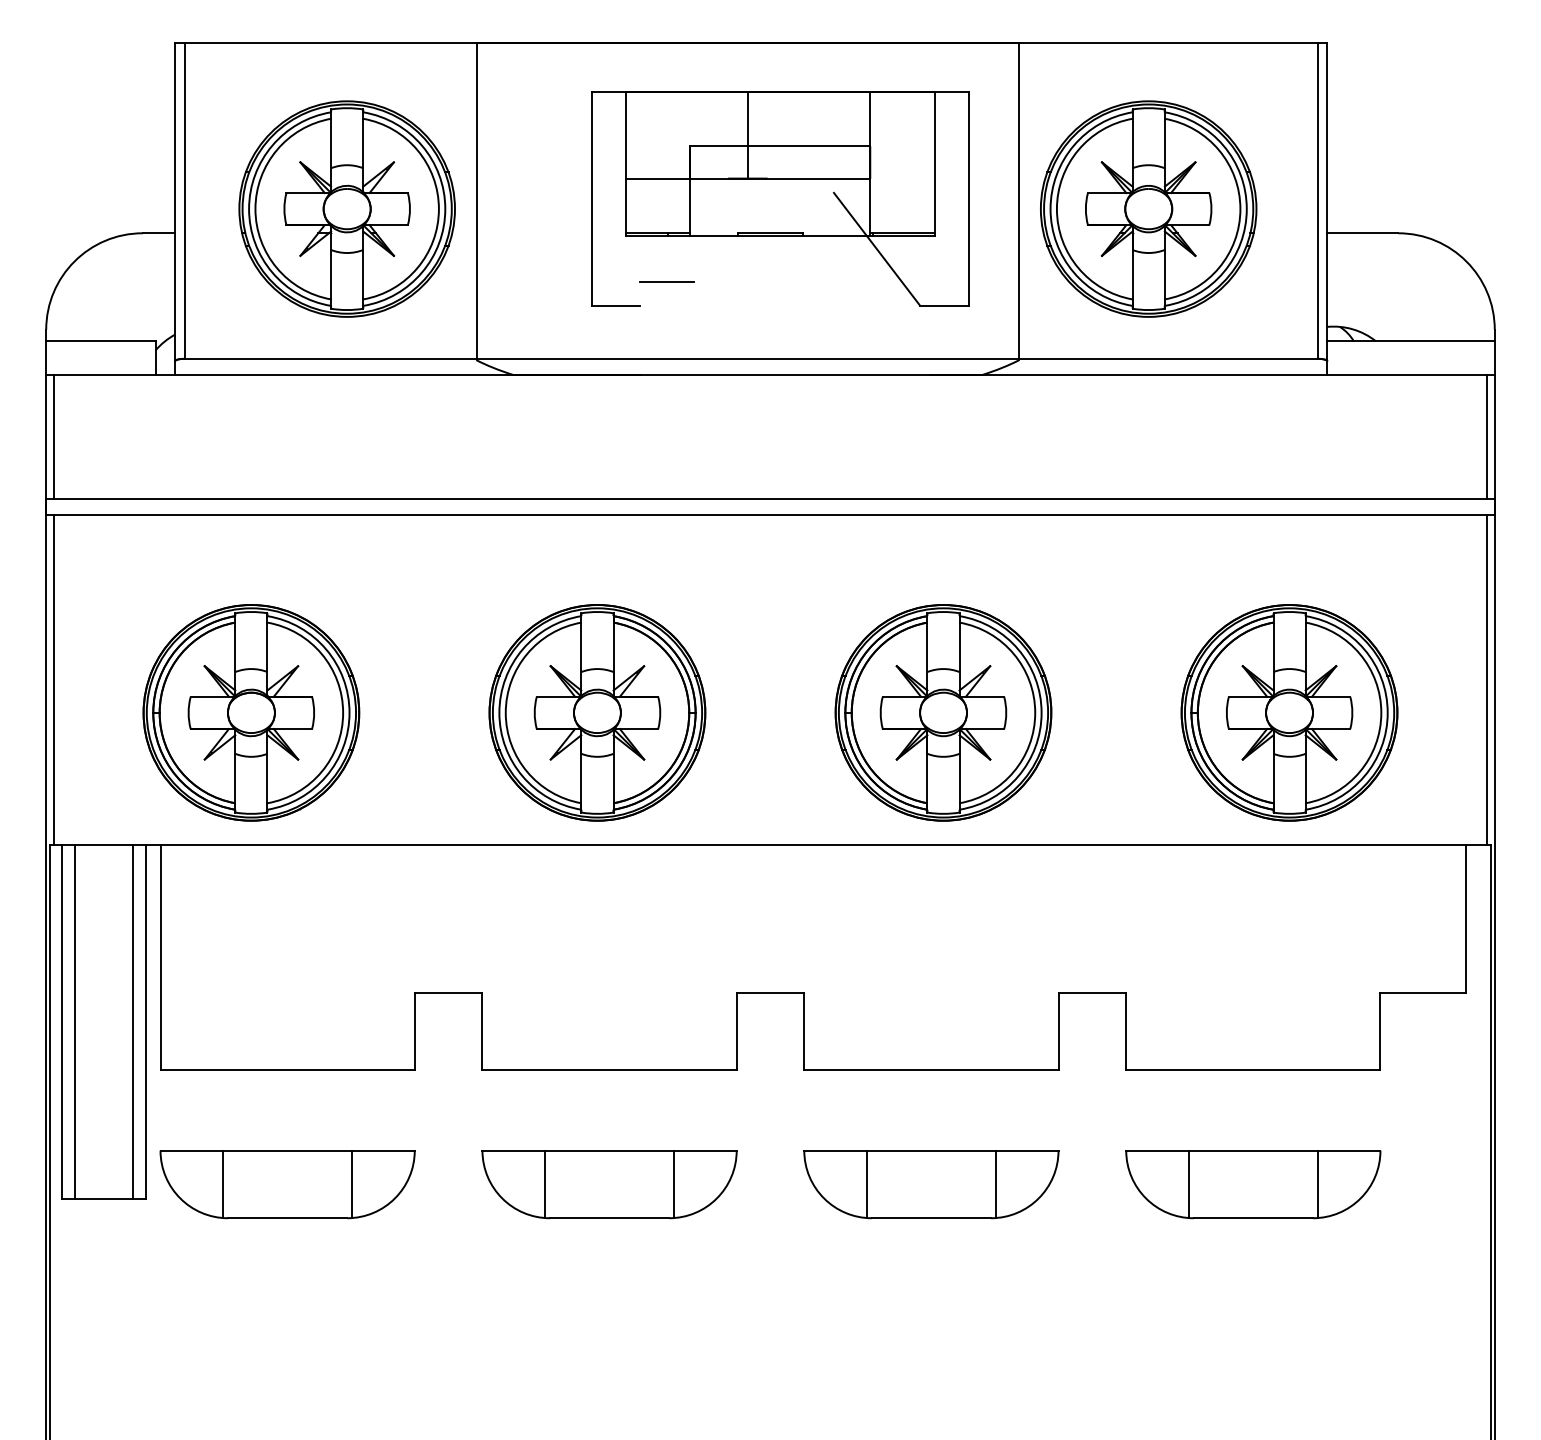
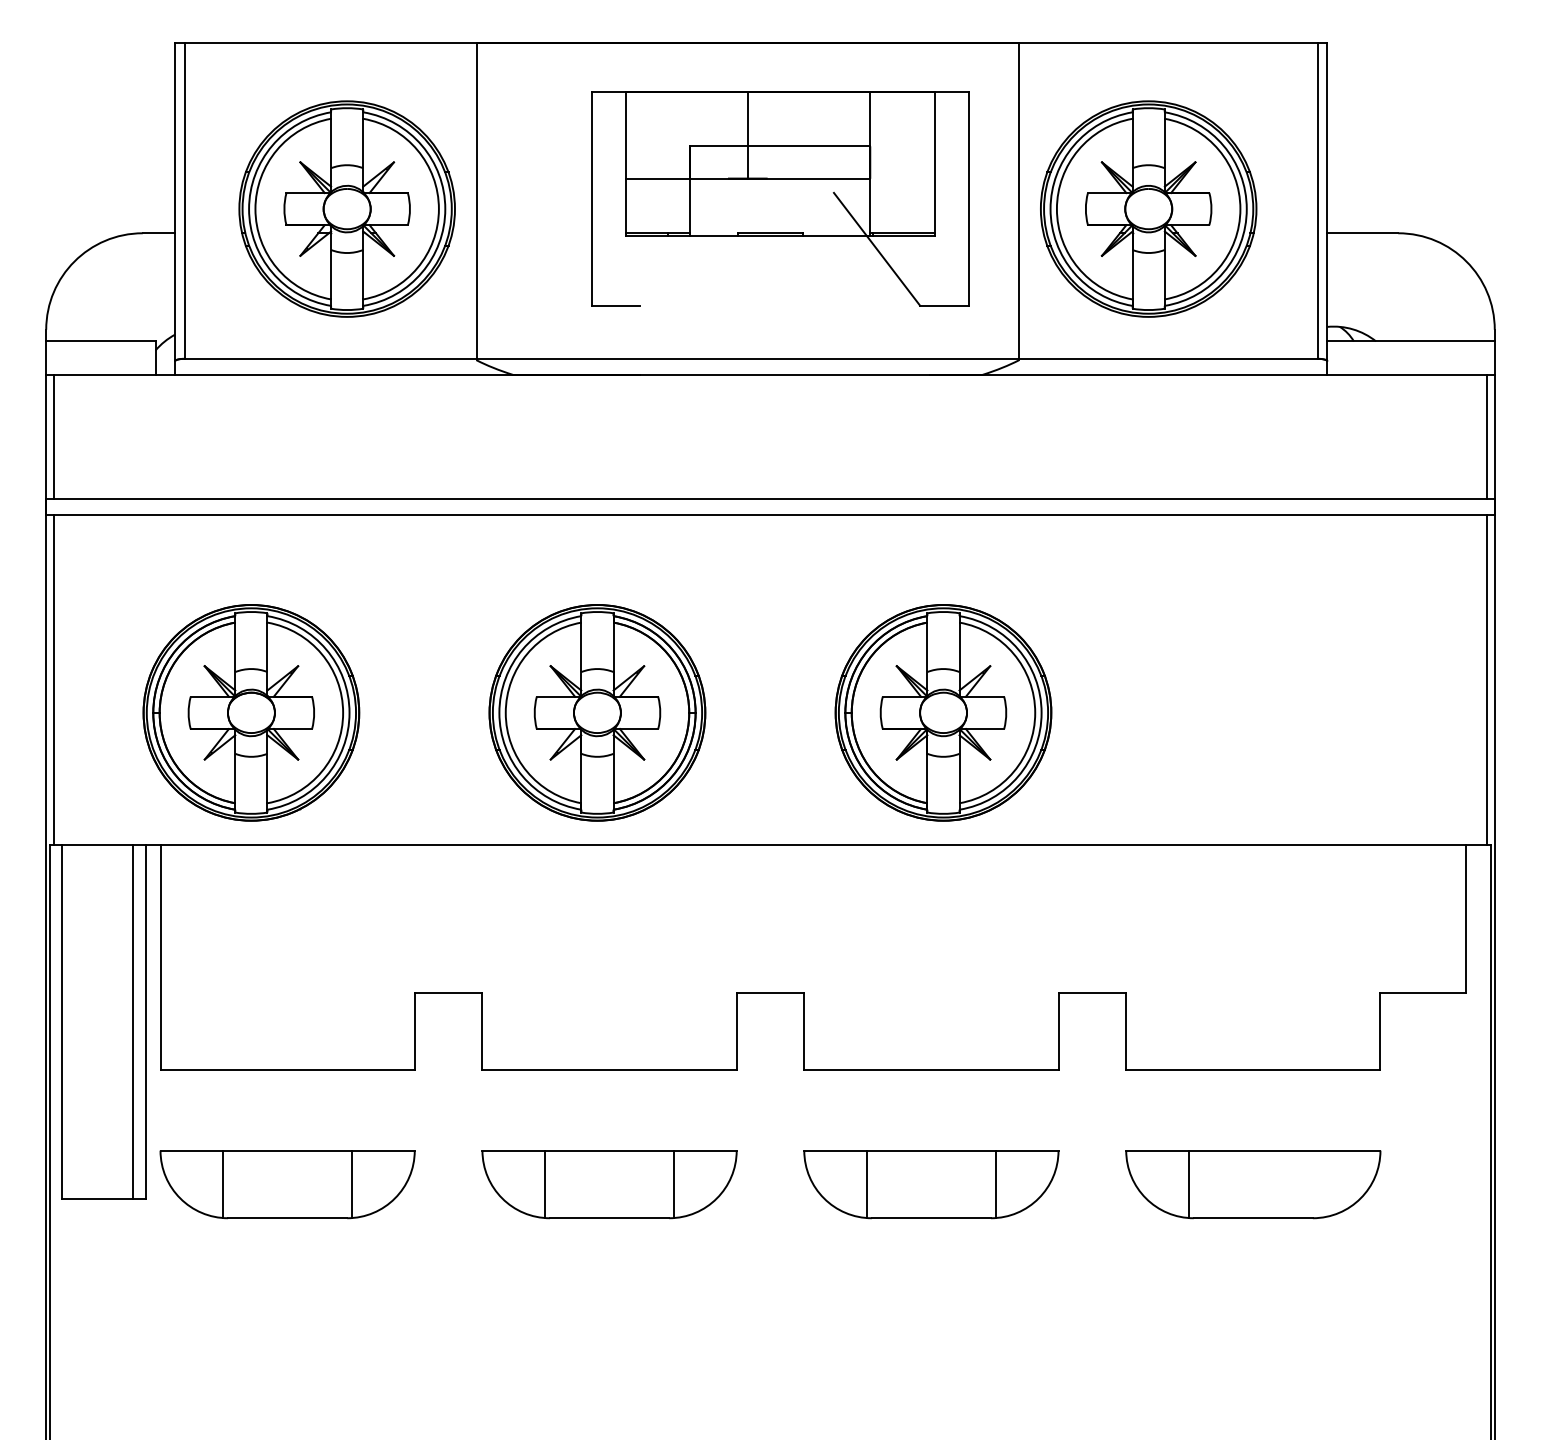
line at (666, 281): present -> none
part at (1289, 712): present -> none
line at (75, 1021): present -> none
line at (1317, 1184): present -> none
